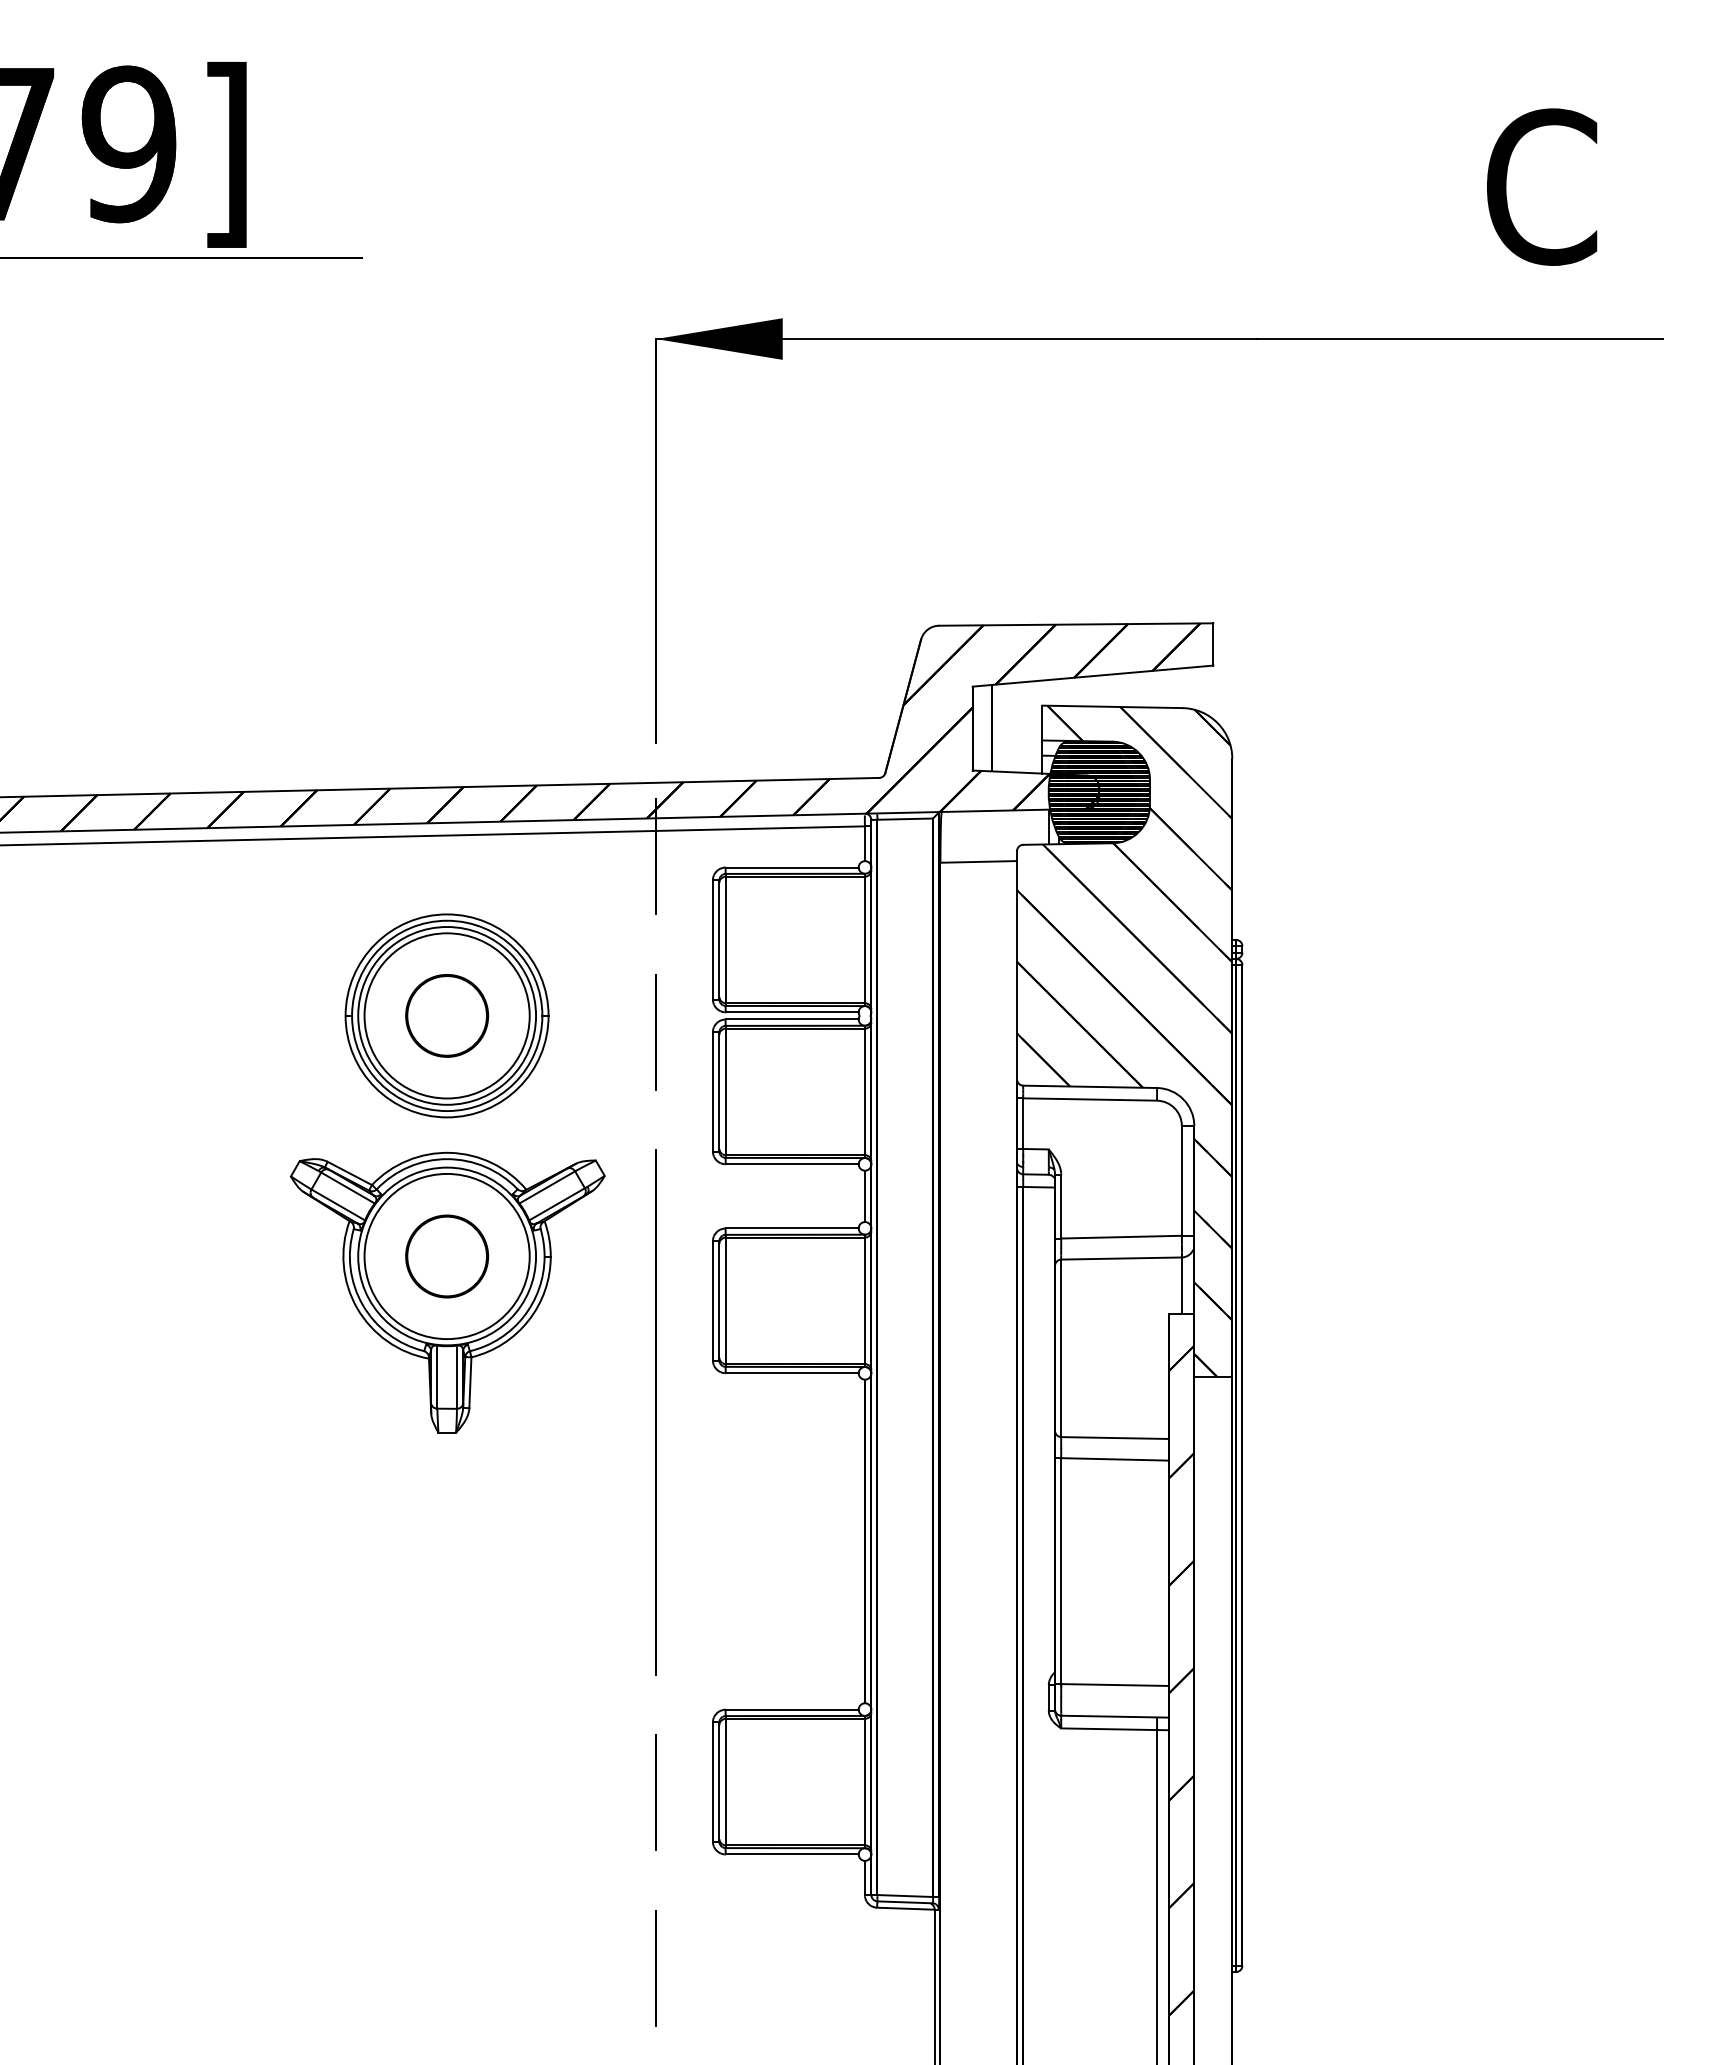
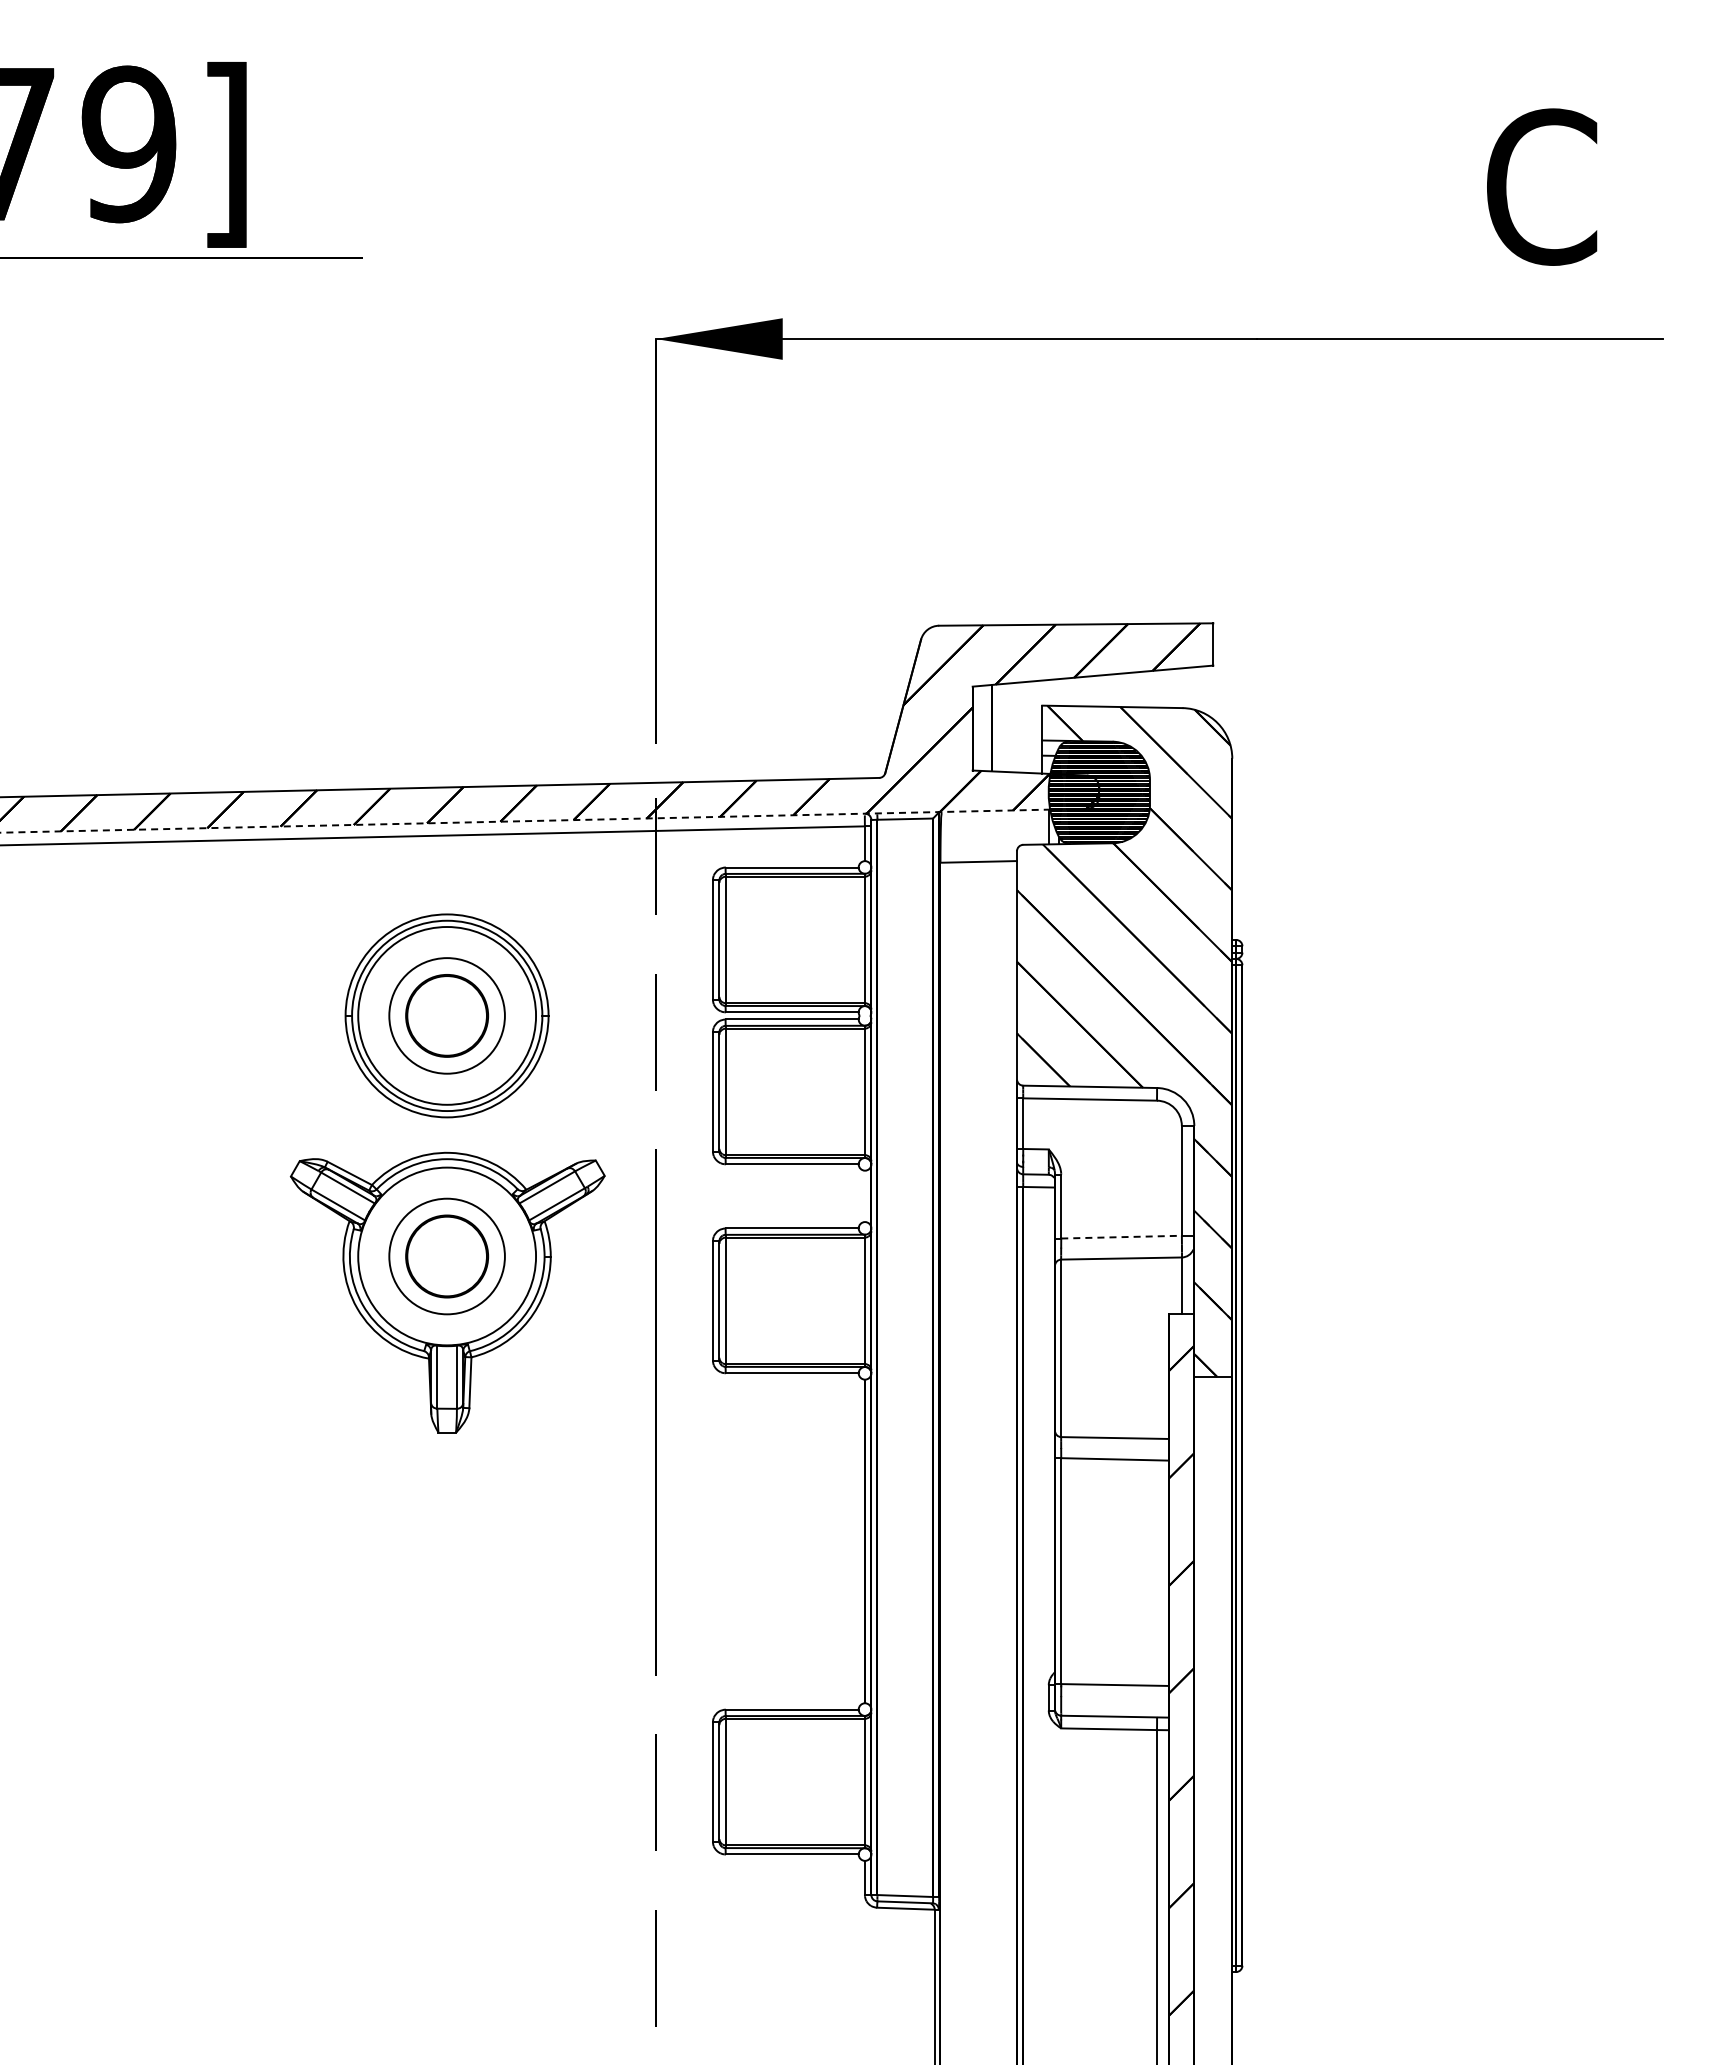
line at (543, 820): solid -> dashed
circle at (446, 1015) diameter: 165 px -> 116 px
line at (864, 1196): present -> none
line at (1122, 1237): solid -> dashed
circle at (446, 1256) diameter: 165 px -> 116 px
